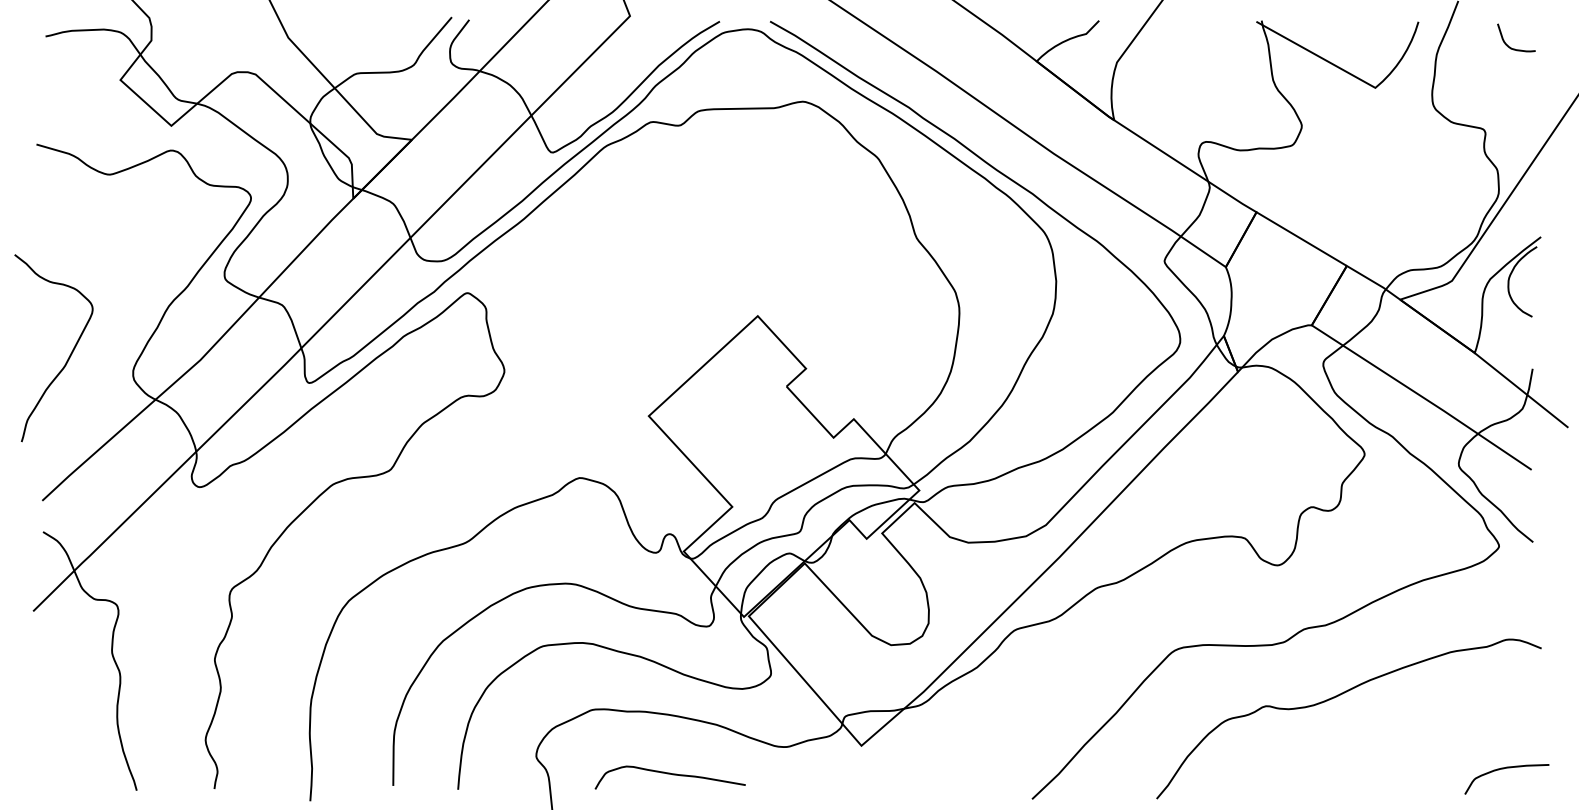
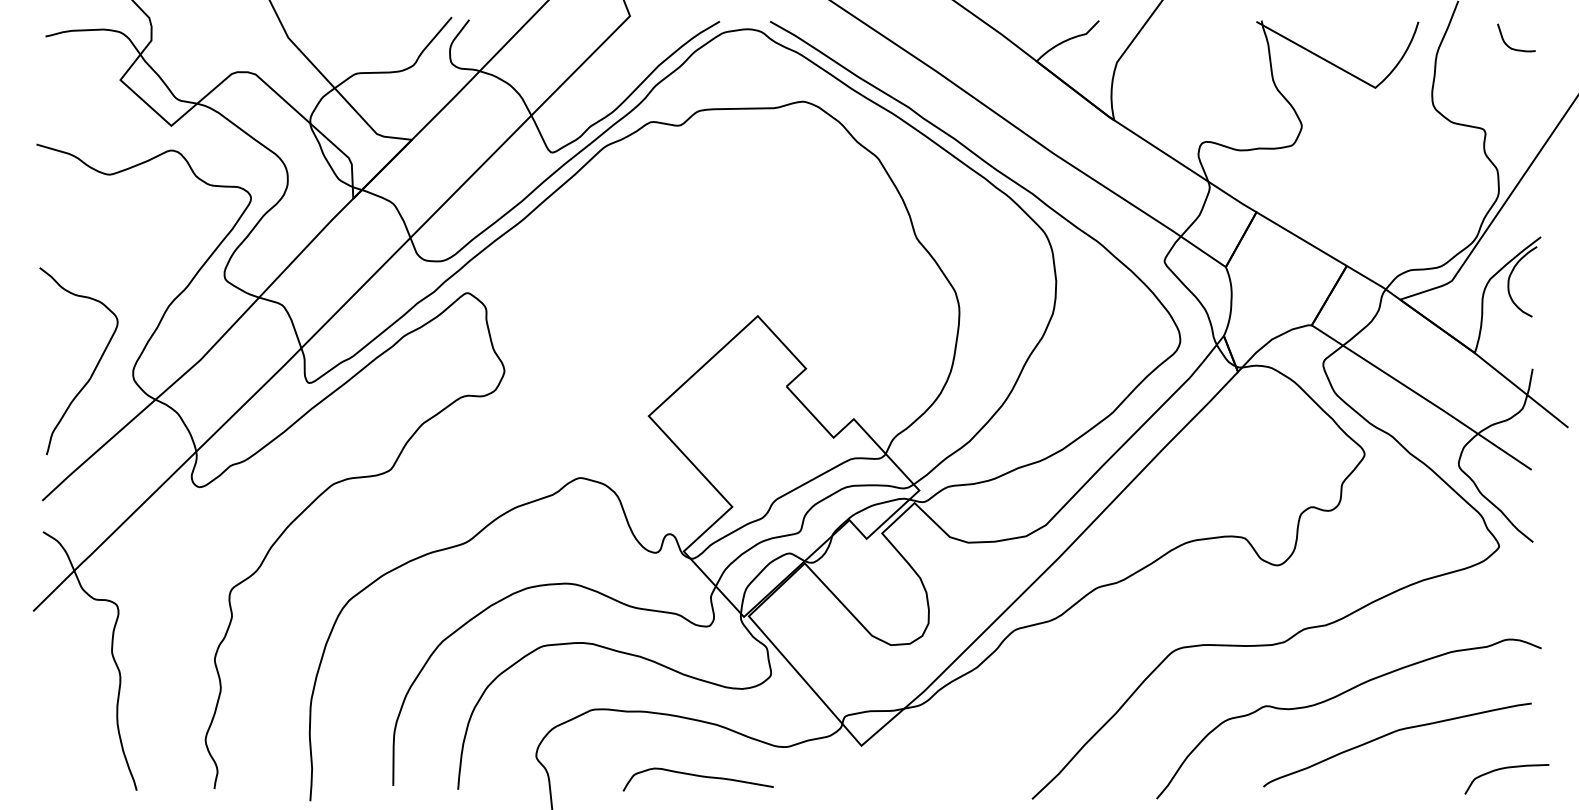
curve at (69, 355) position: (69, 355) -> (94, 368)
curve at (1393, 733): none -> present
curve at (669, 774) position: (669, 774) -> (697, 776)
